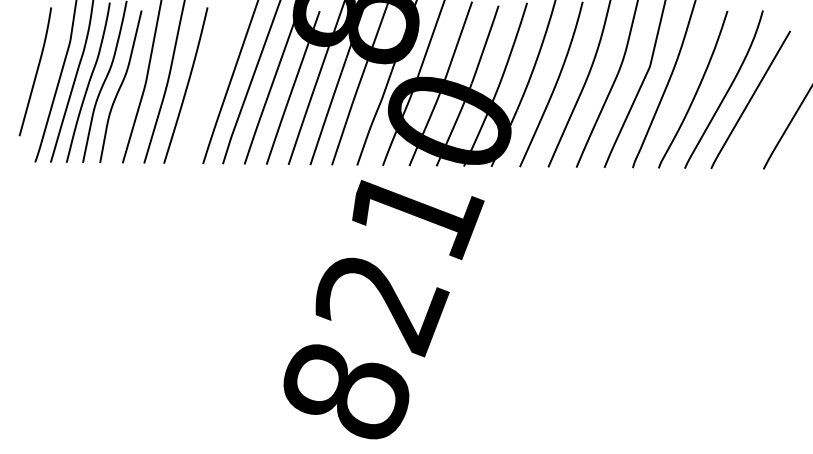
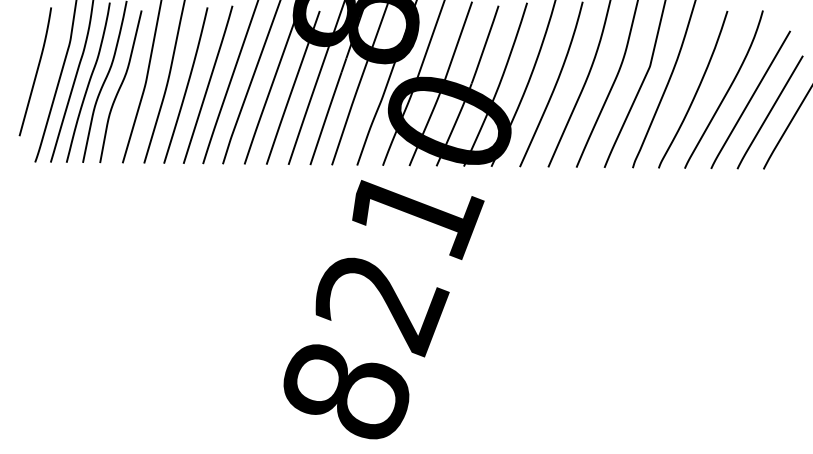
line at (208, 84): none -> present
line at (769, 112): none -> present
